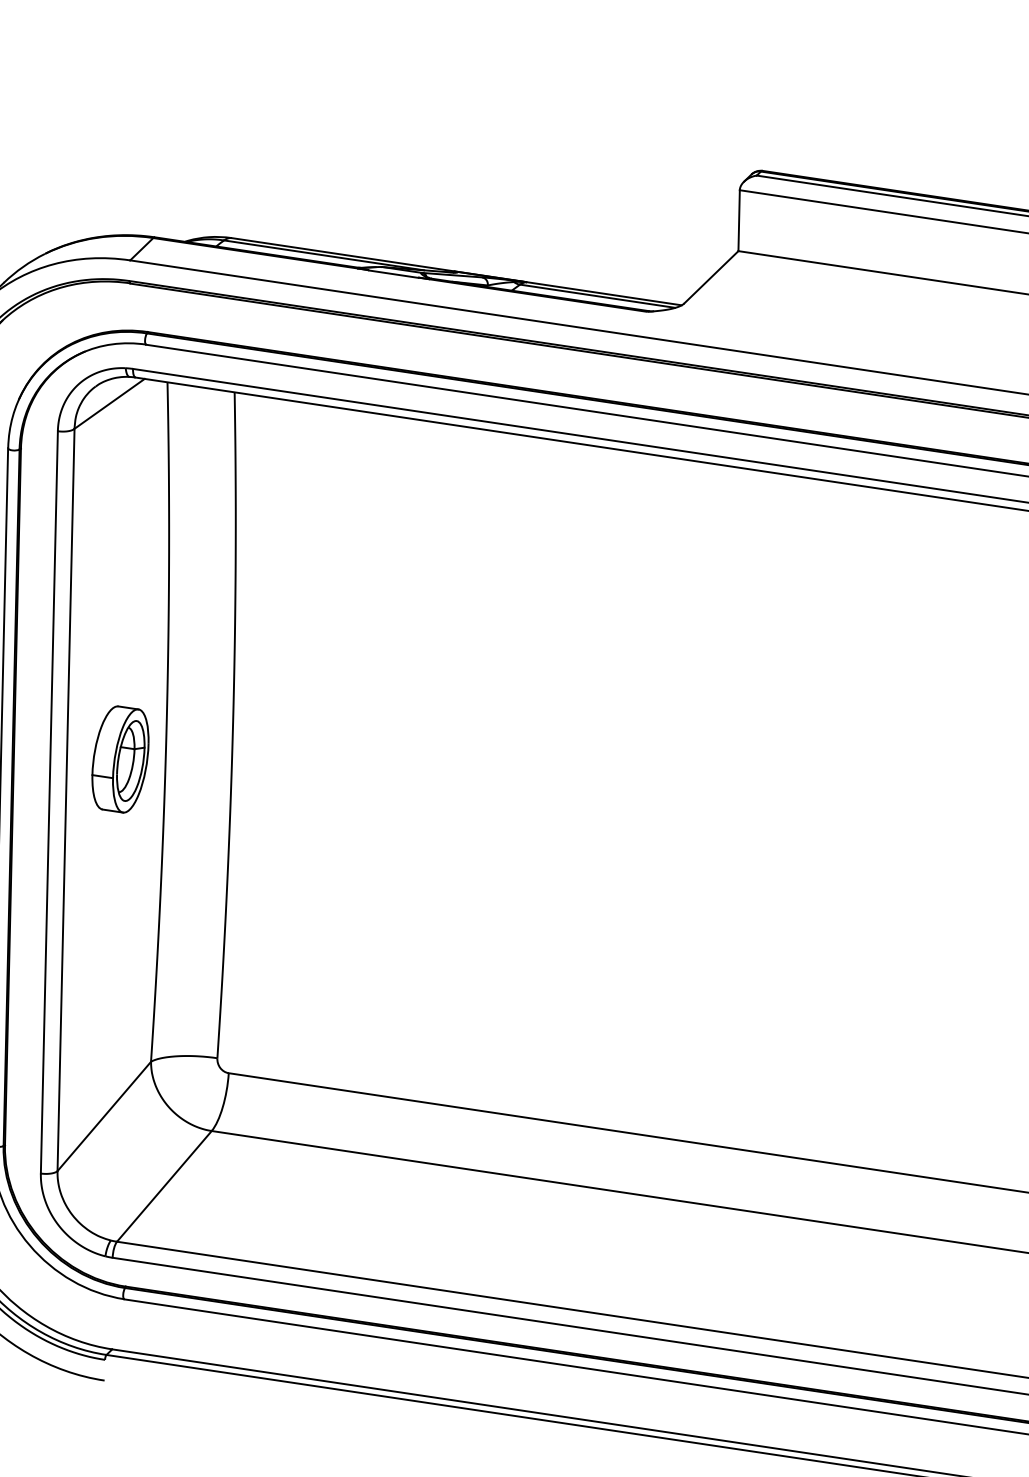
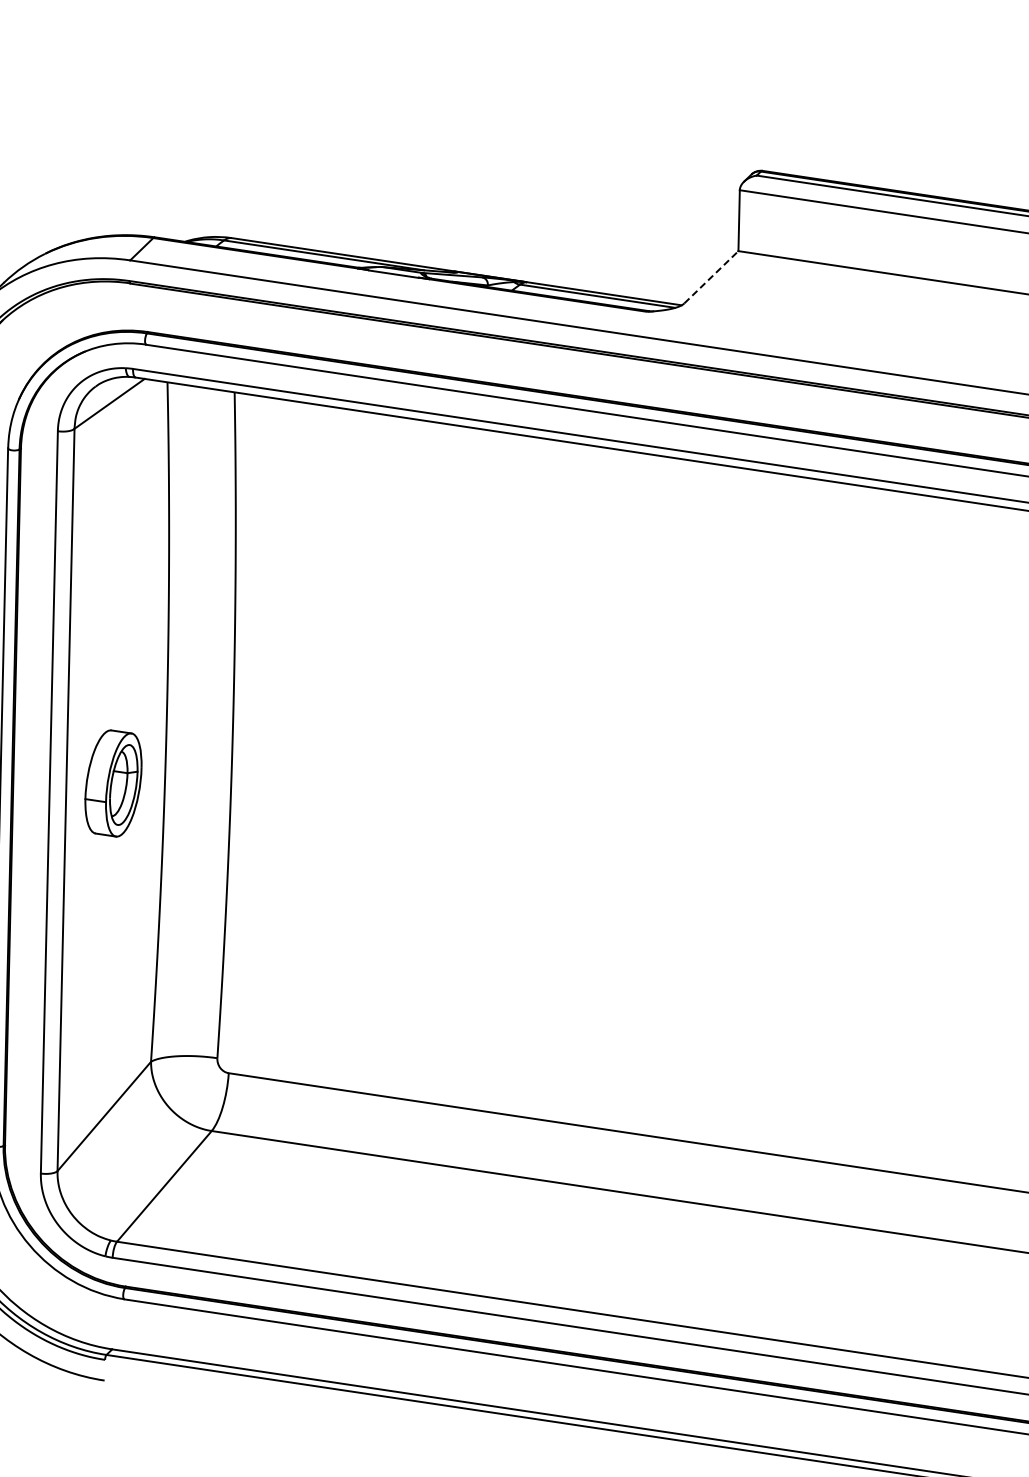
line at (711, 277): solid -> dashed
part at (120, 759) position: (120, 759) -> (113, 783)
